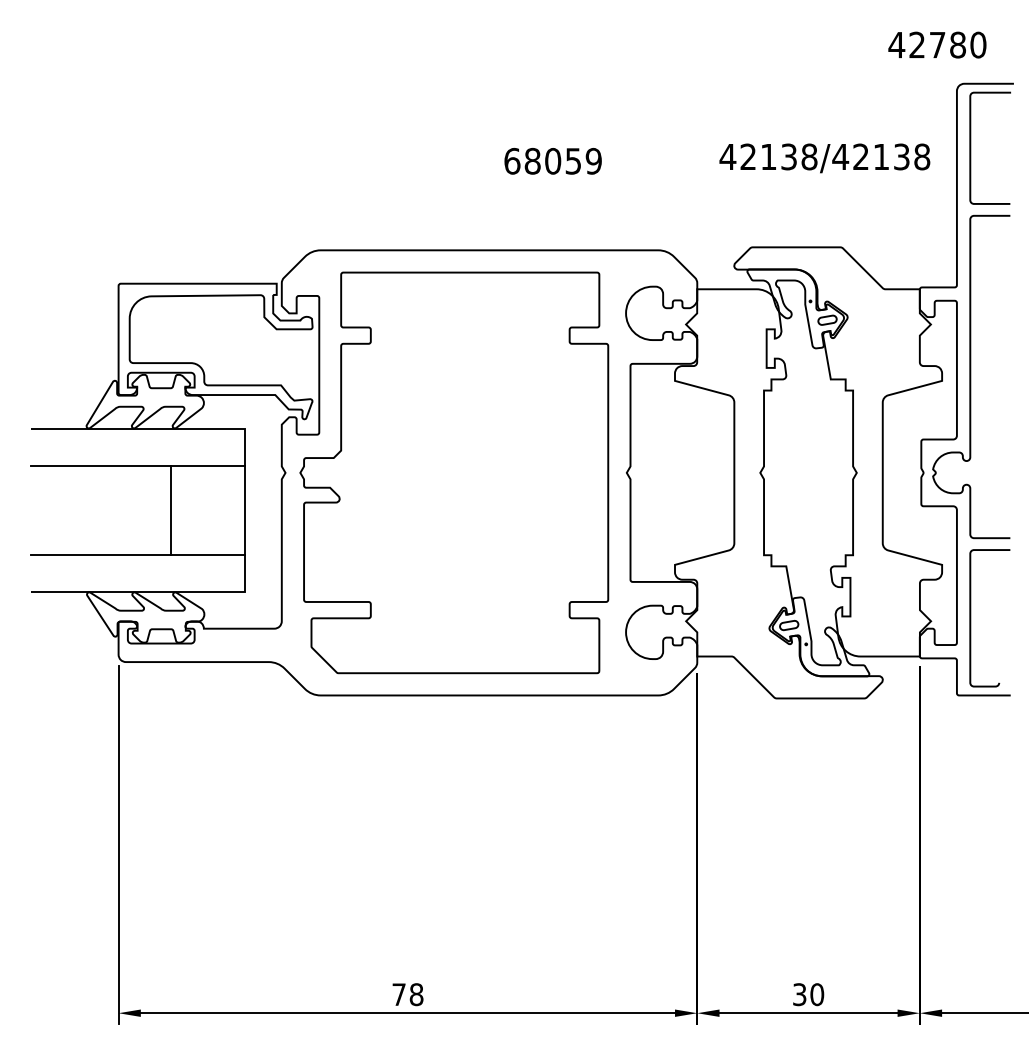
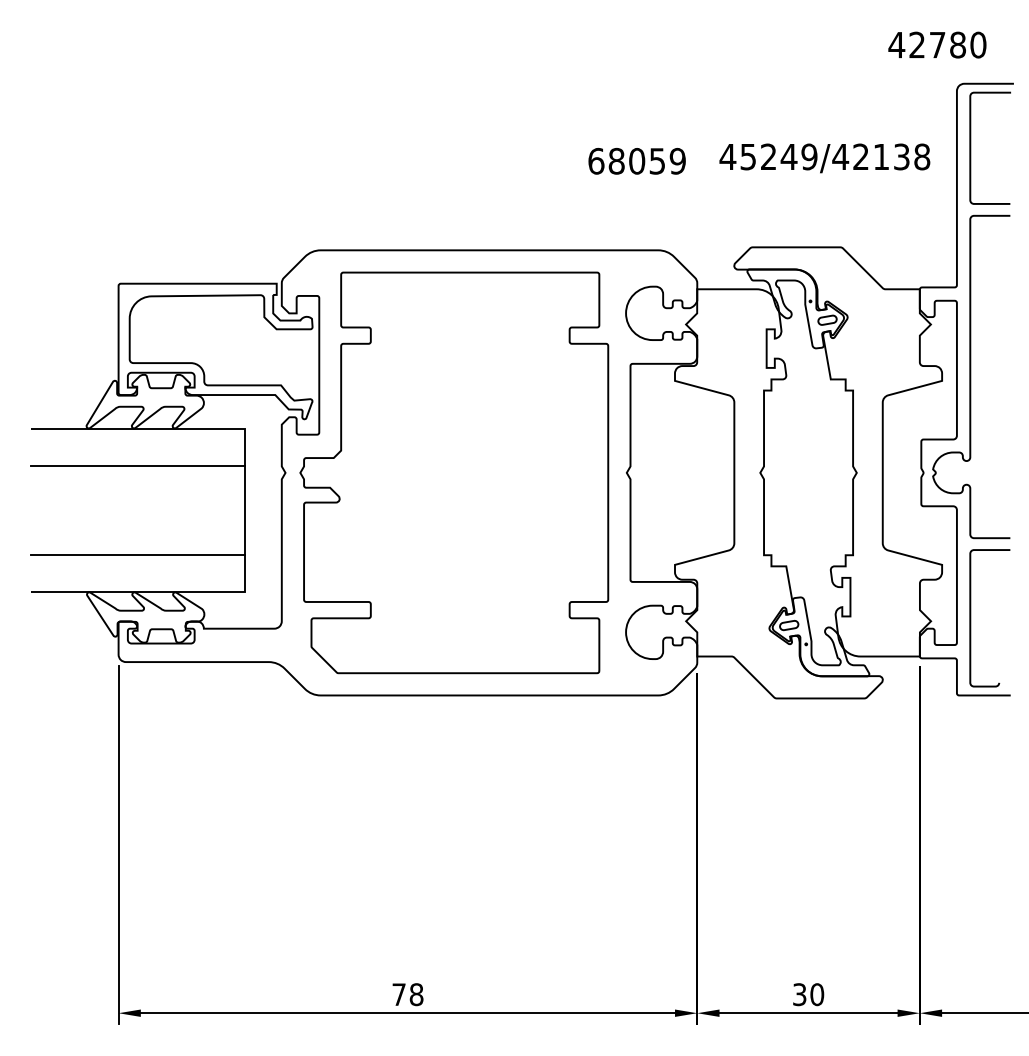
text at (778, 156): 42138/42138 -> 45249/42138
text at (552, 161) position: (552, 161) -> (636, 161)
line at (170, 510): present -> none
